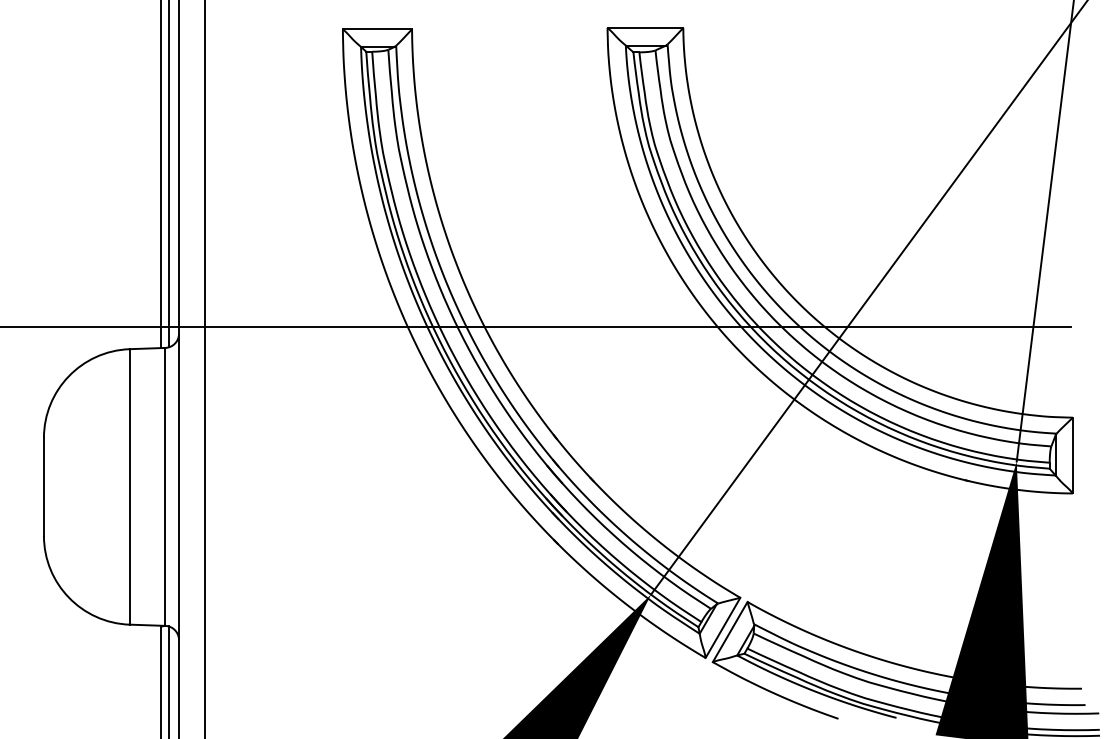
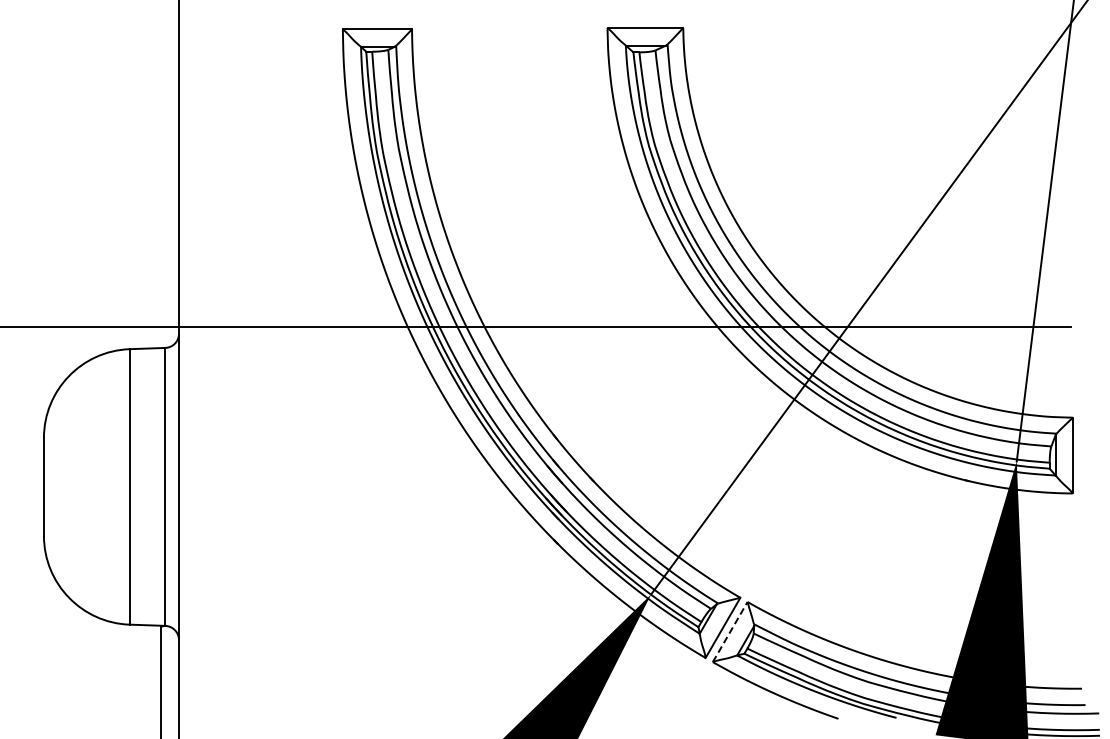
line at (168, 174): present -> none
line at (161, 175): present -> none
line at (205, 368): present -> none
line at (730, 632): solid -> dashed
line at (168, 680): present -> none
